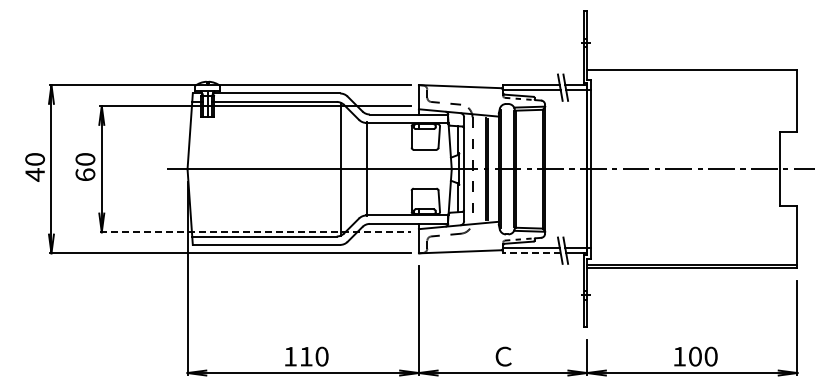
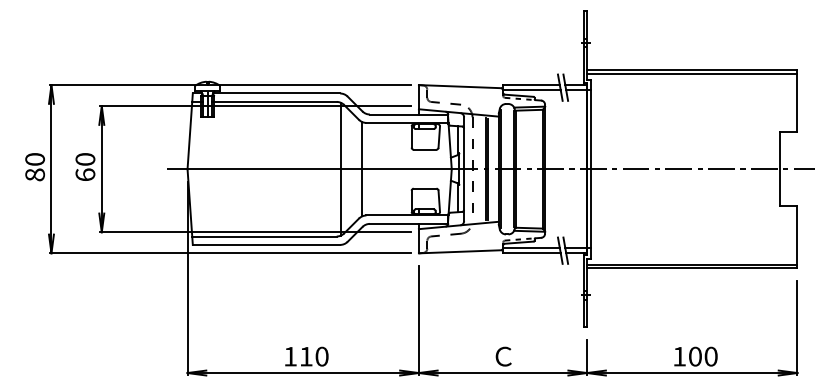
line at (692, 73): none -> present
line at (367, 169) position: (367, 169) -> (362, 169)
text at (34, 174): 40 -> 80
line at (255, 232): dashed -> solid
line at (531, 253): dashed -> solid
